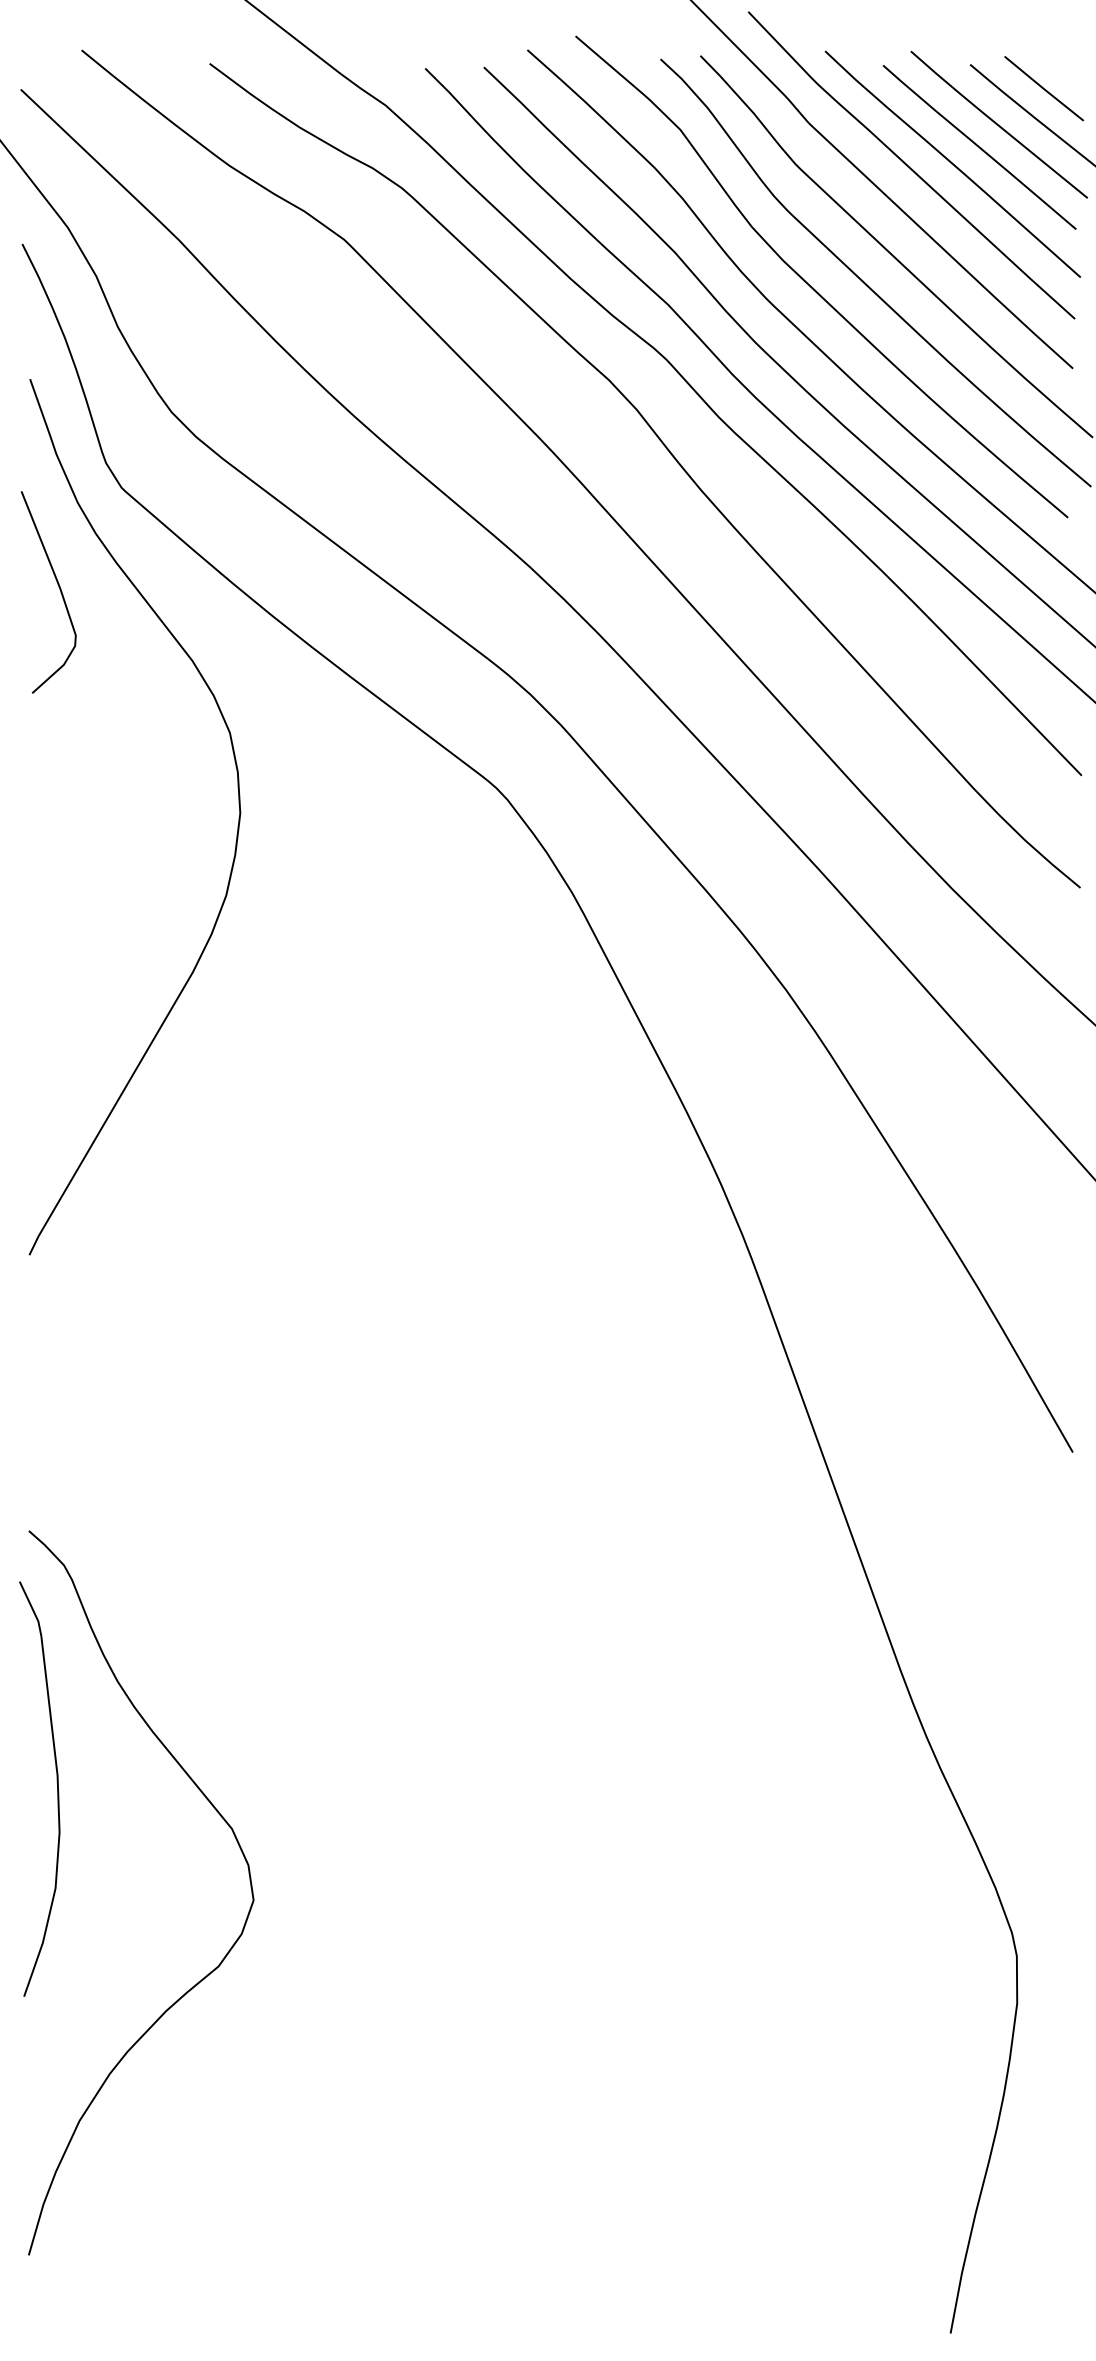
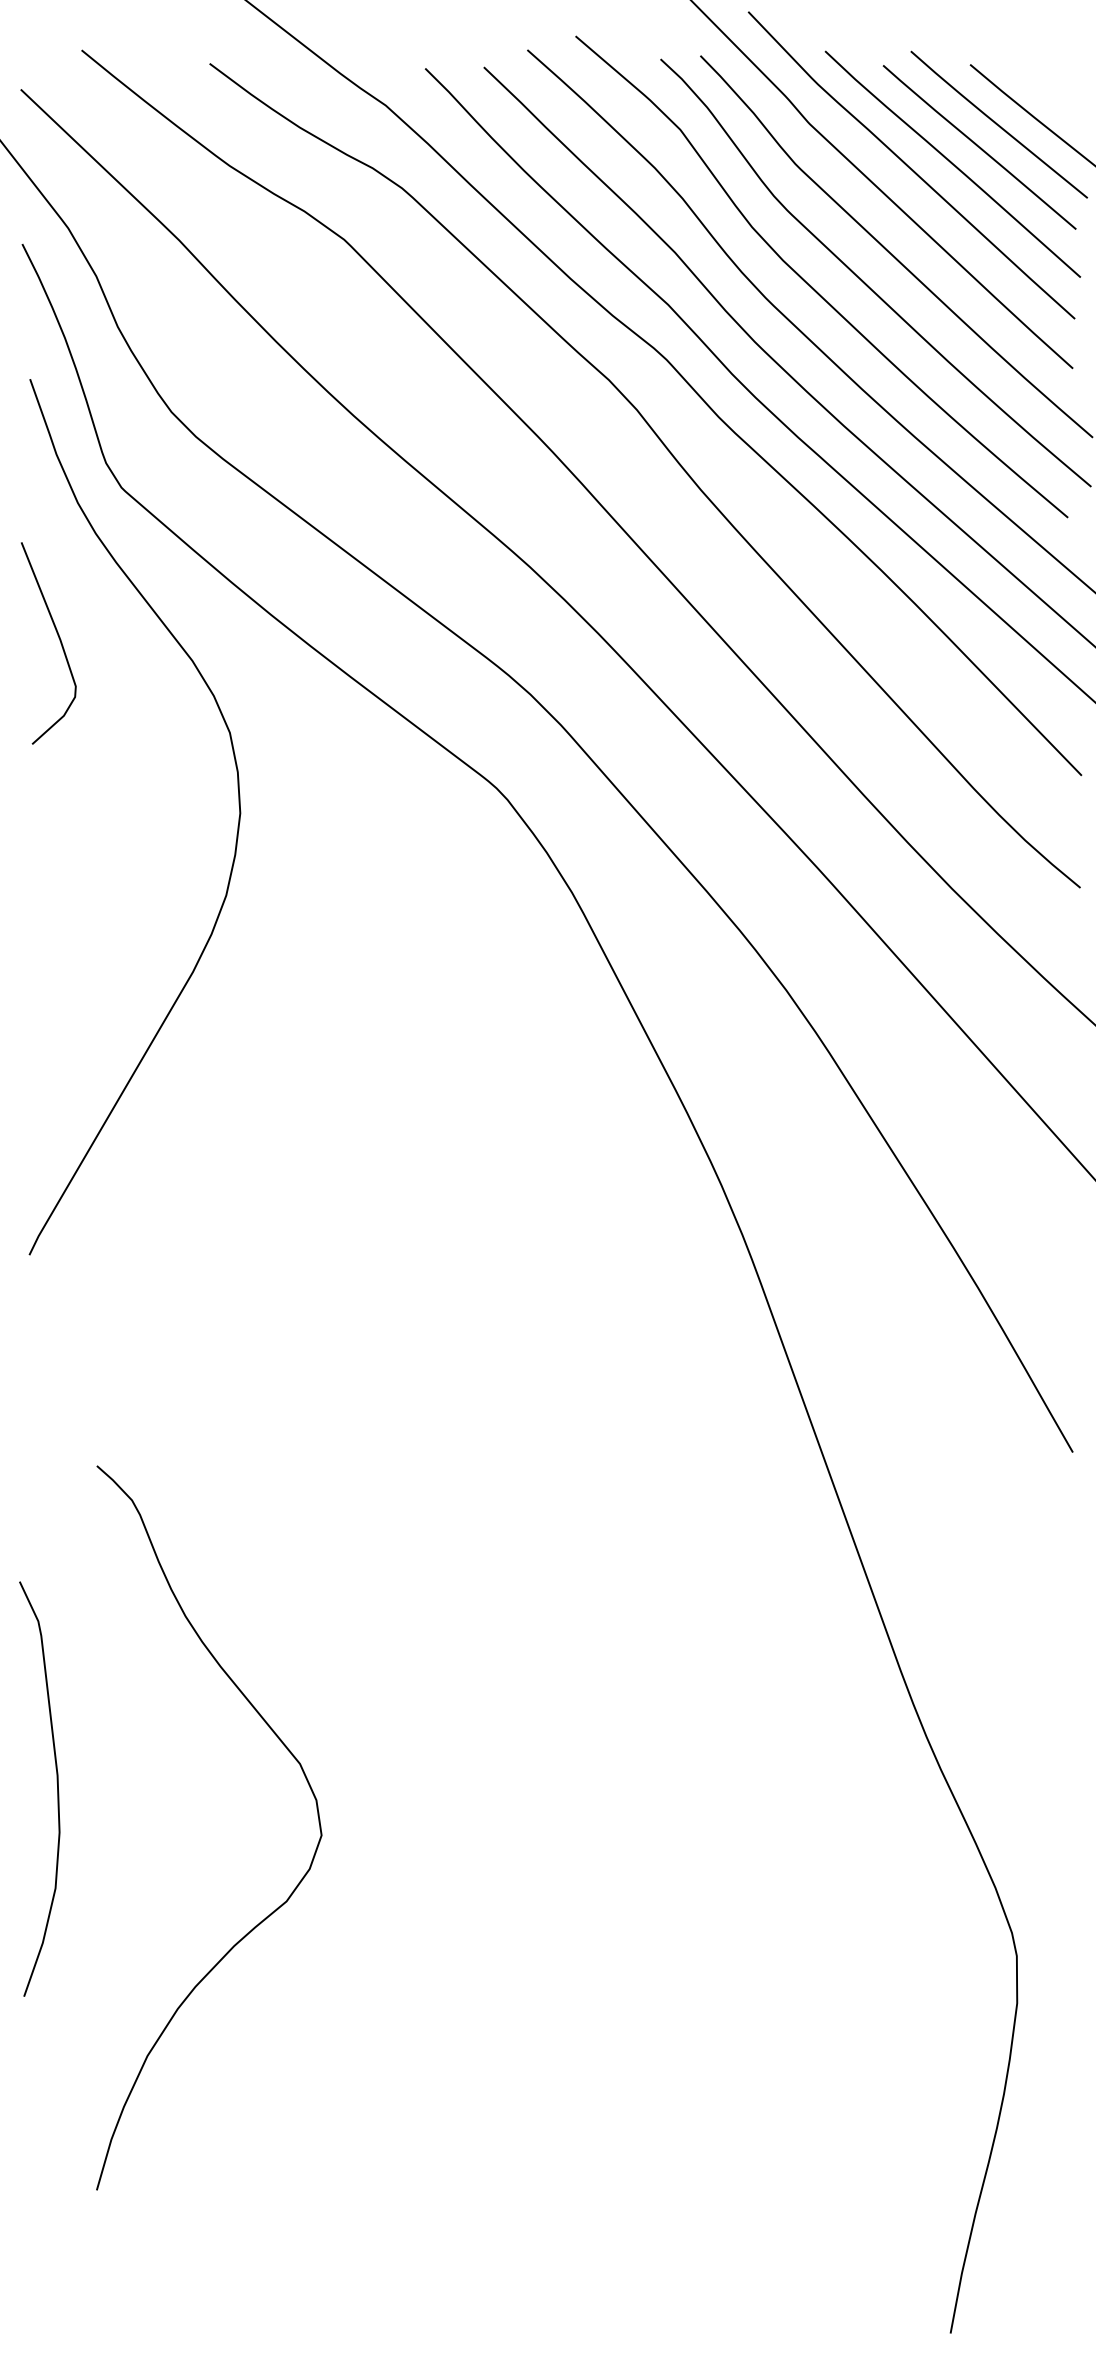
line at (1043, 88): present -> none
curve at (58, 587) position: (58, 587) -> (58, 638)
curve at (228, 1950) position: (228, 1950) -> (296, 1885)
